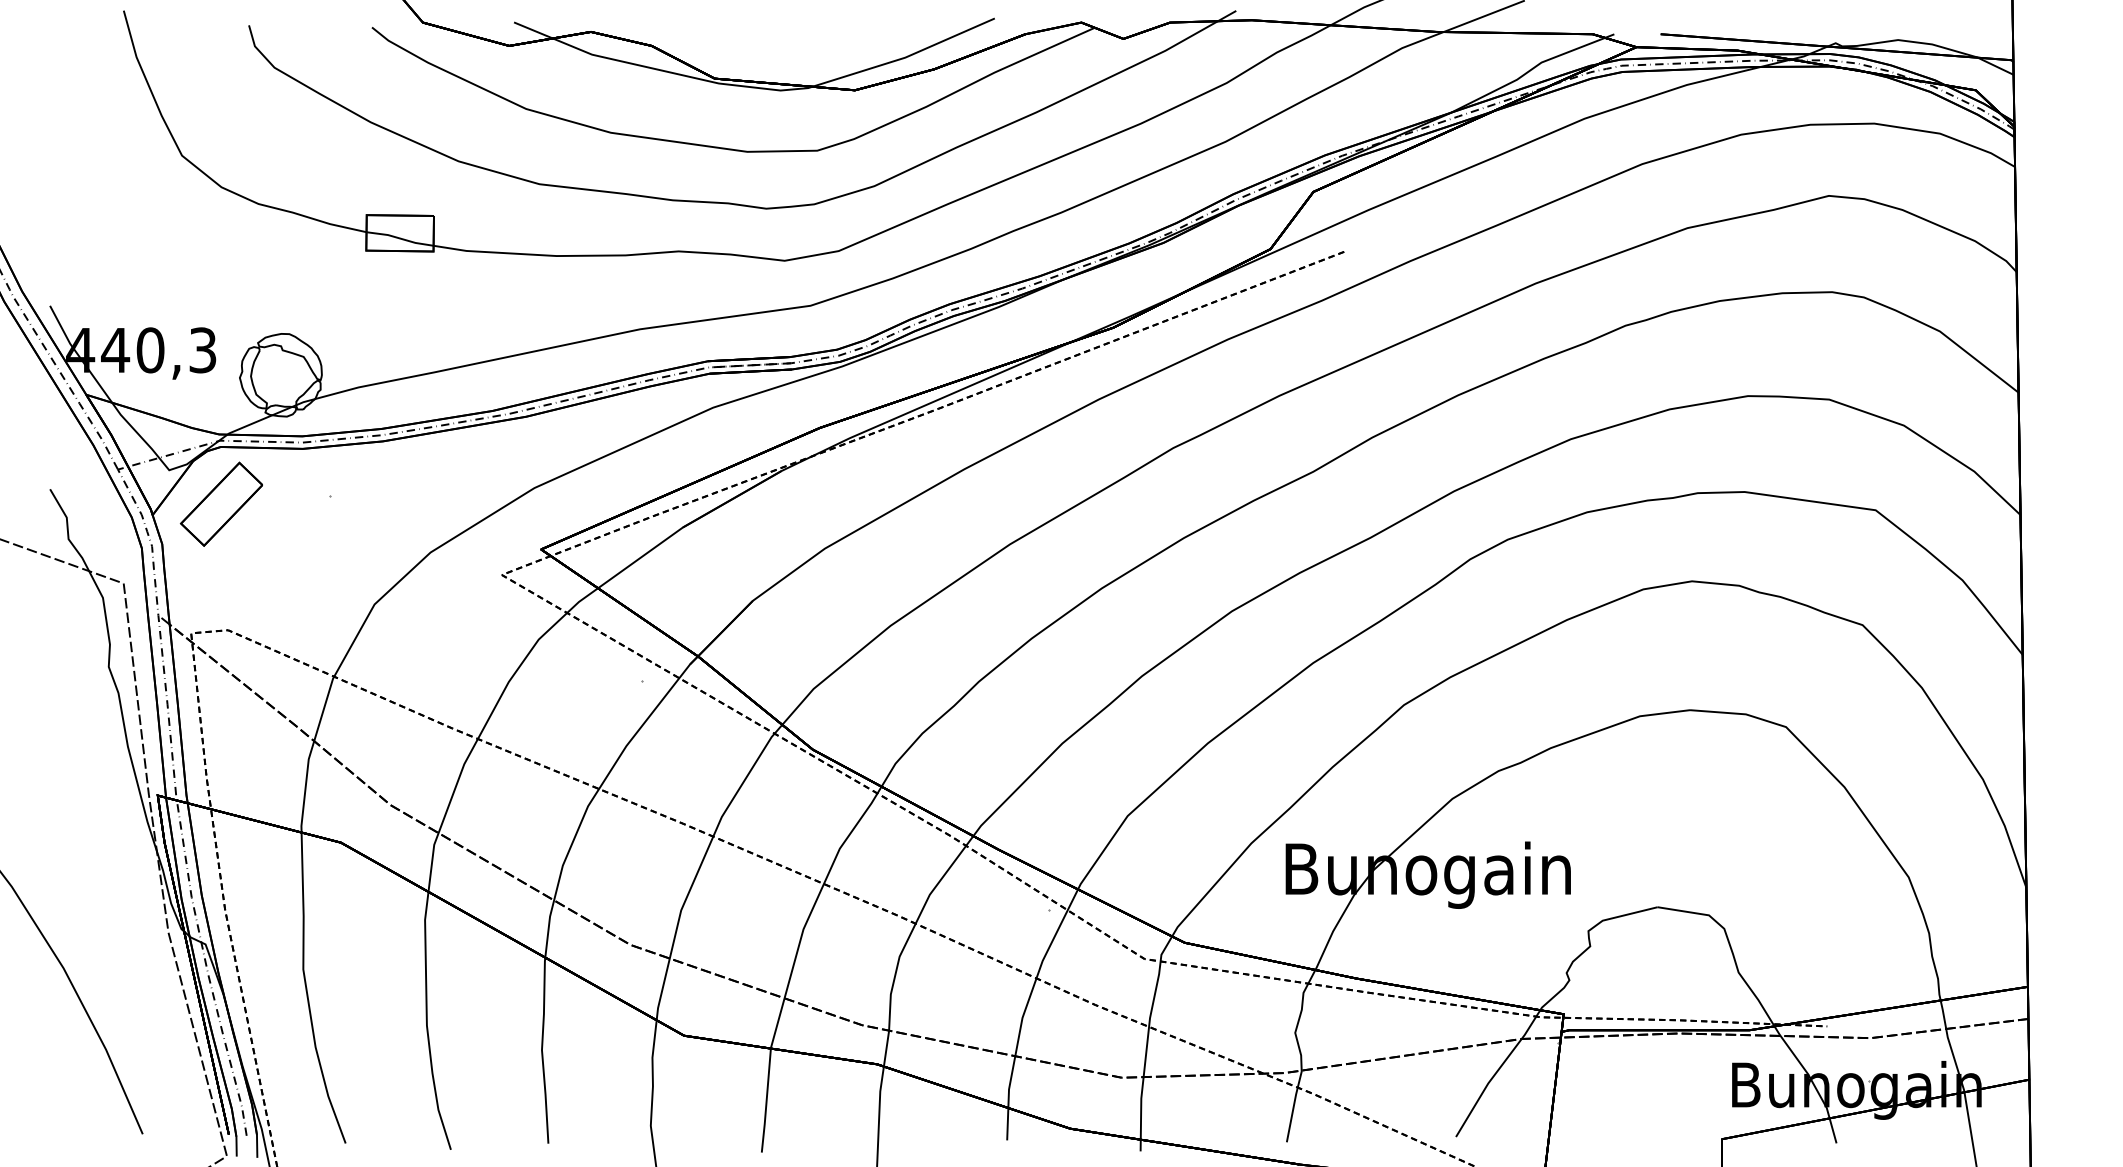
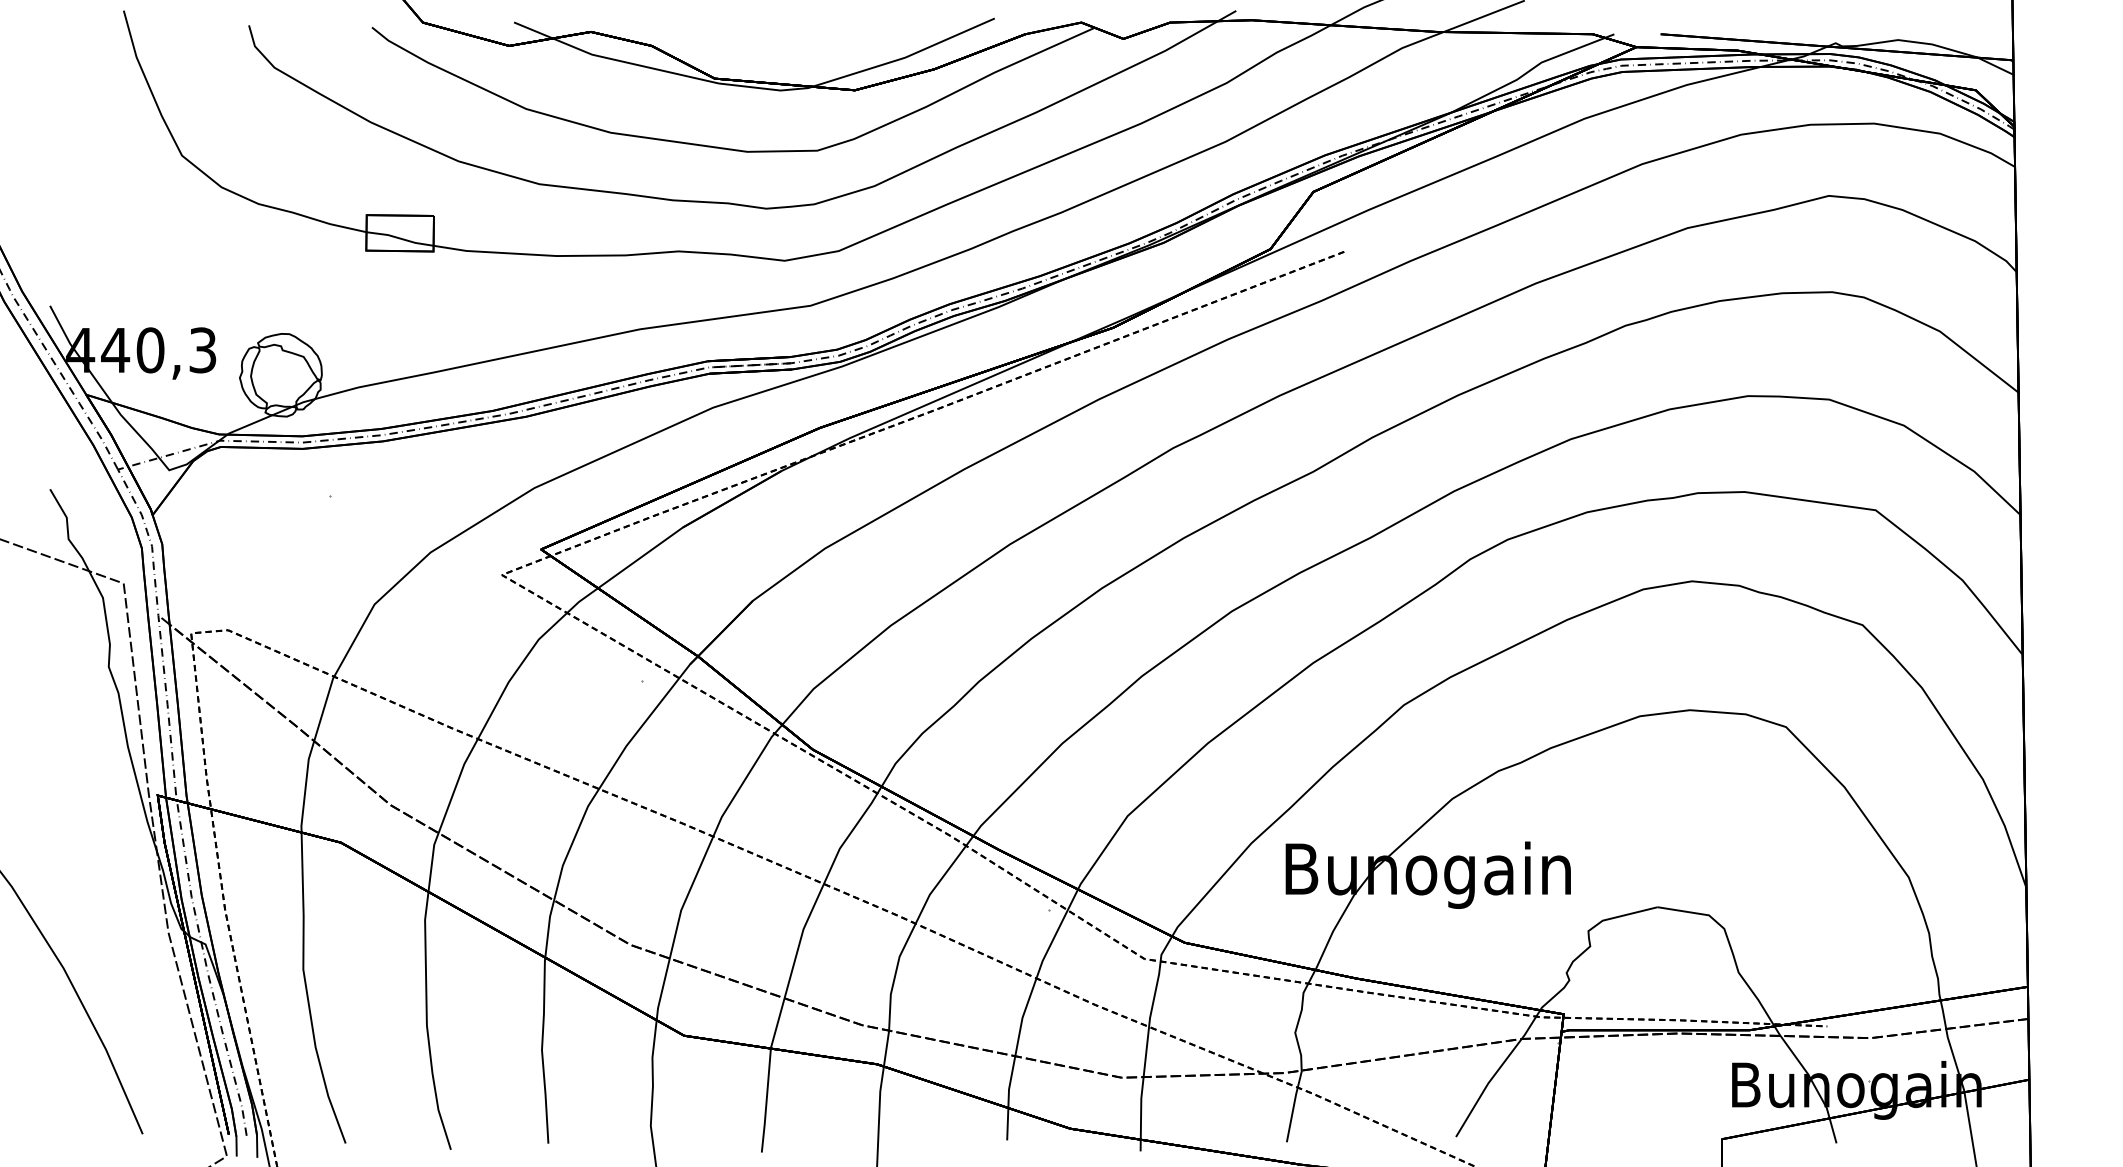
part at (220, 503): present -> none
